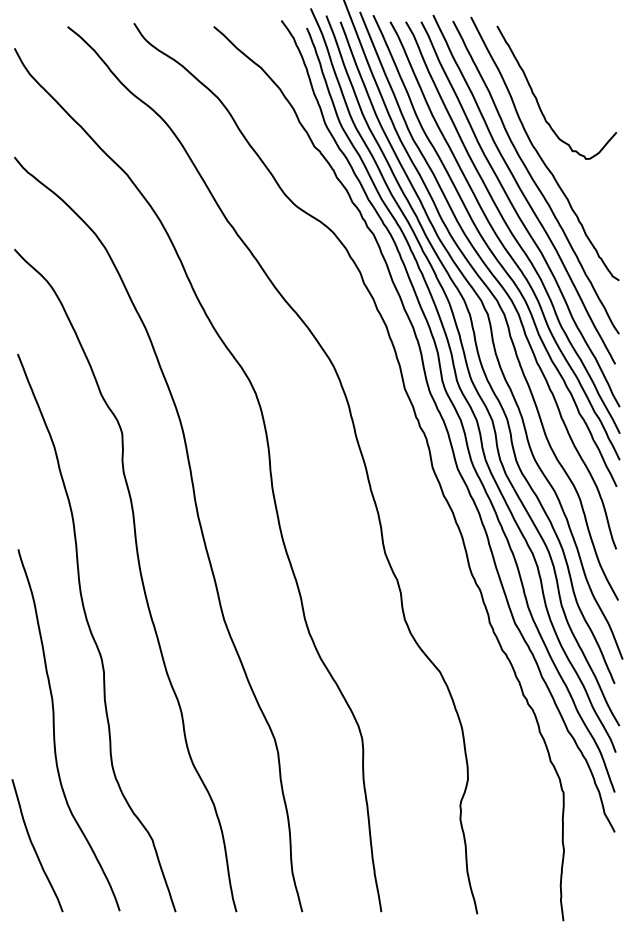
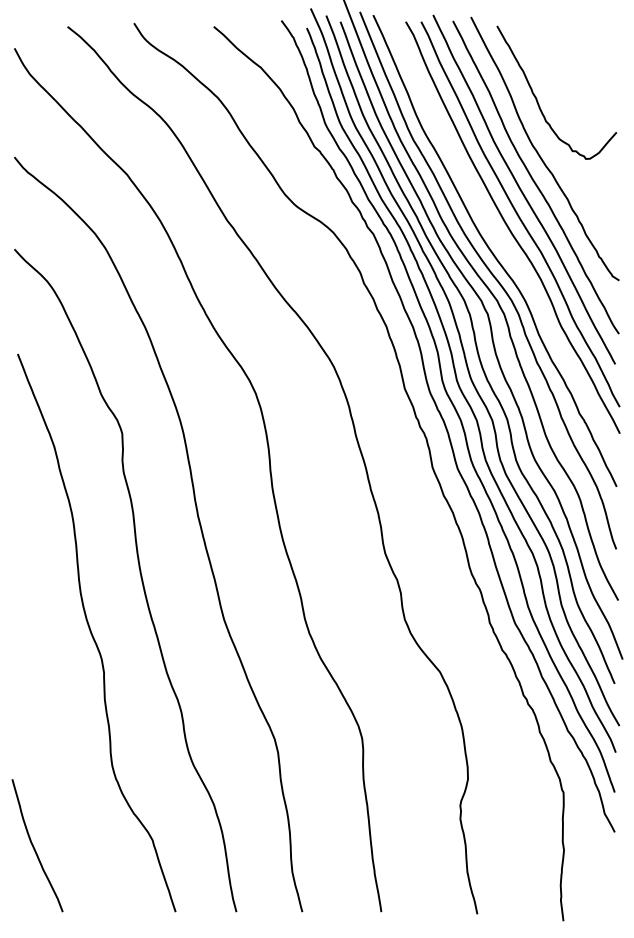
curve at (502, 242): present -> none
curve at (54, 730): present -> none
